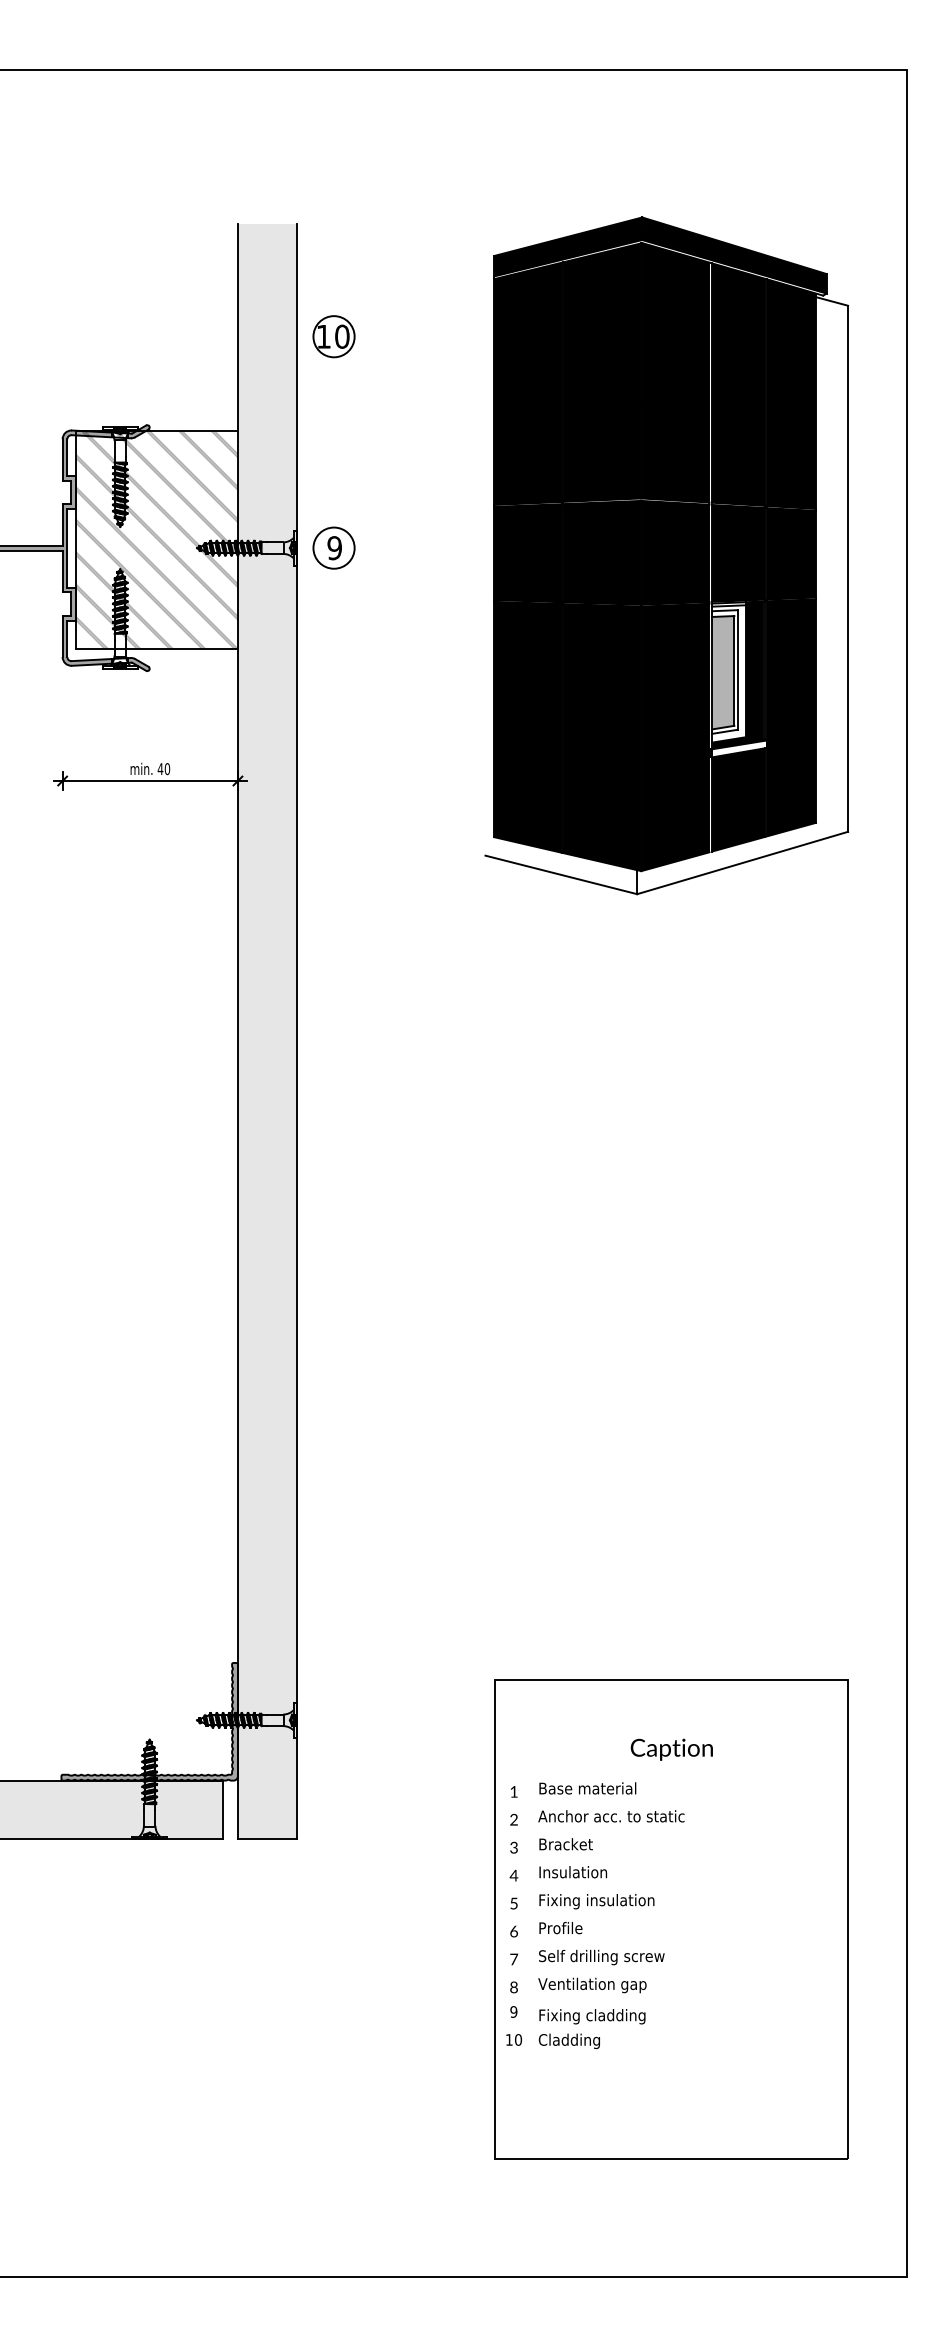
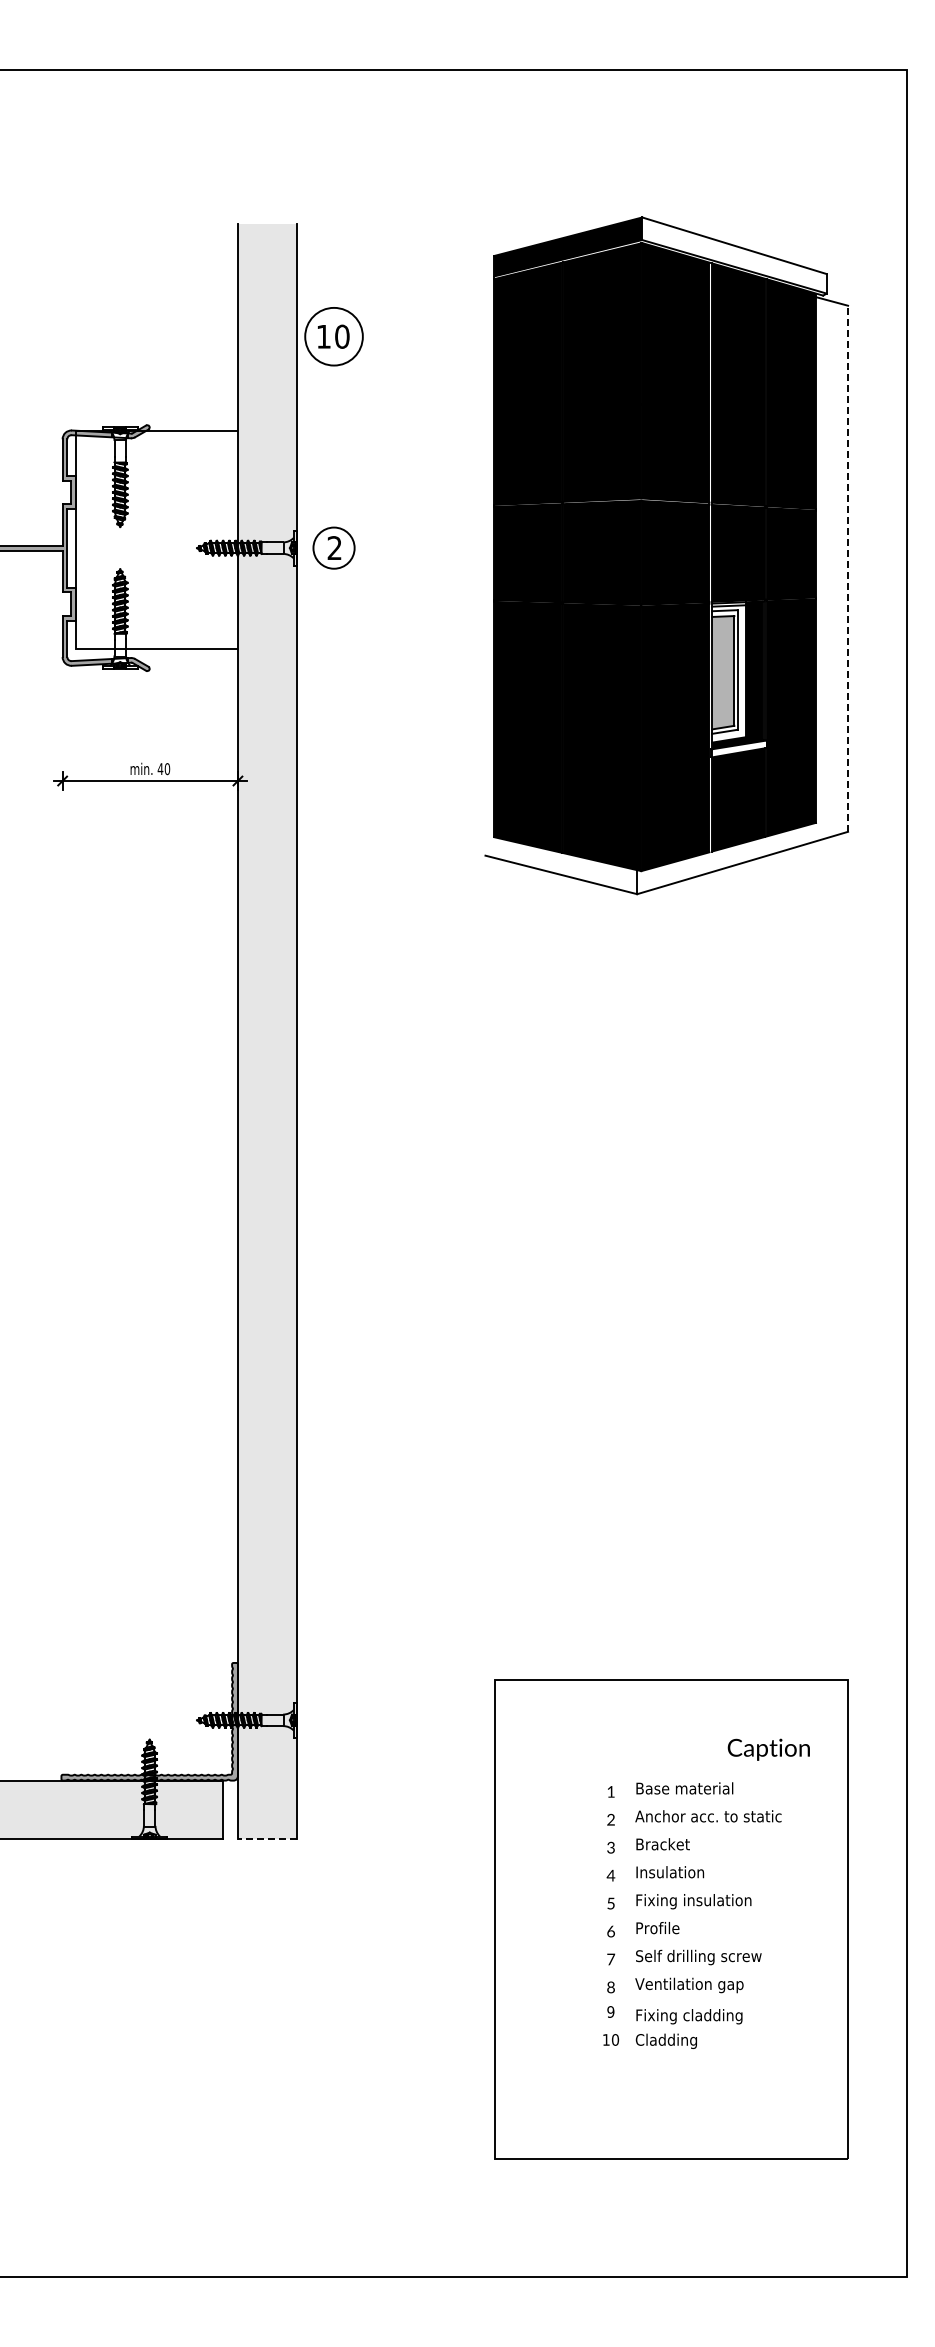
fill at (734, 255): present -> none
circle at (333, 336) diameter: 41 px -> 58 px
hatch at (156, 539): present -> none
text at (334, 548): 9 -> 2
line at (848, 568): solid -> dashed
line at (266, 1839): solid -> dashed
text at (609, 1893) position: (609, 1893) -> (706, 1893)
